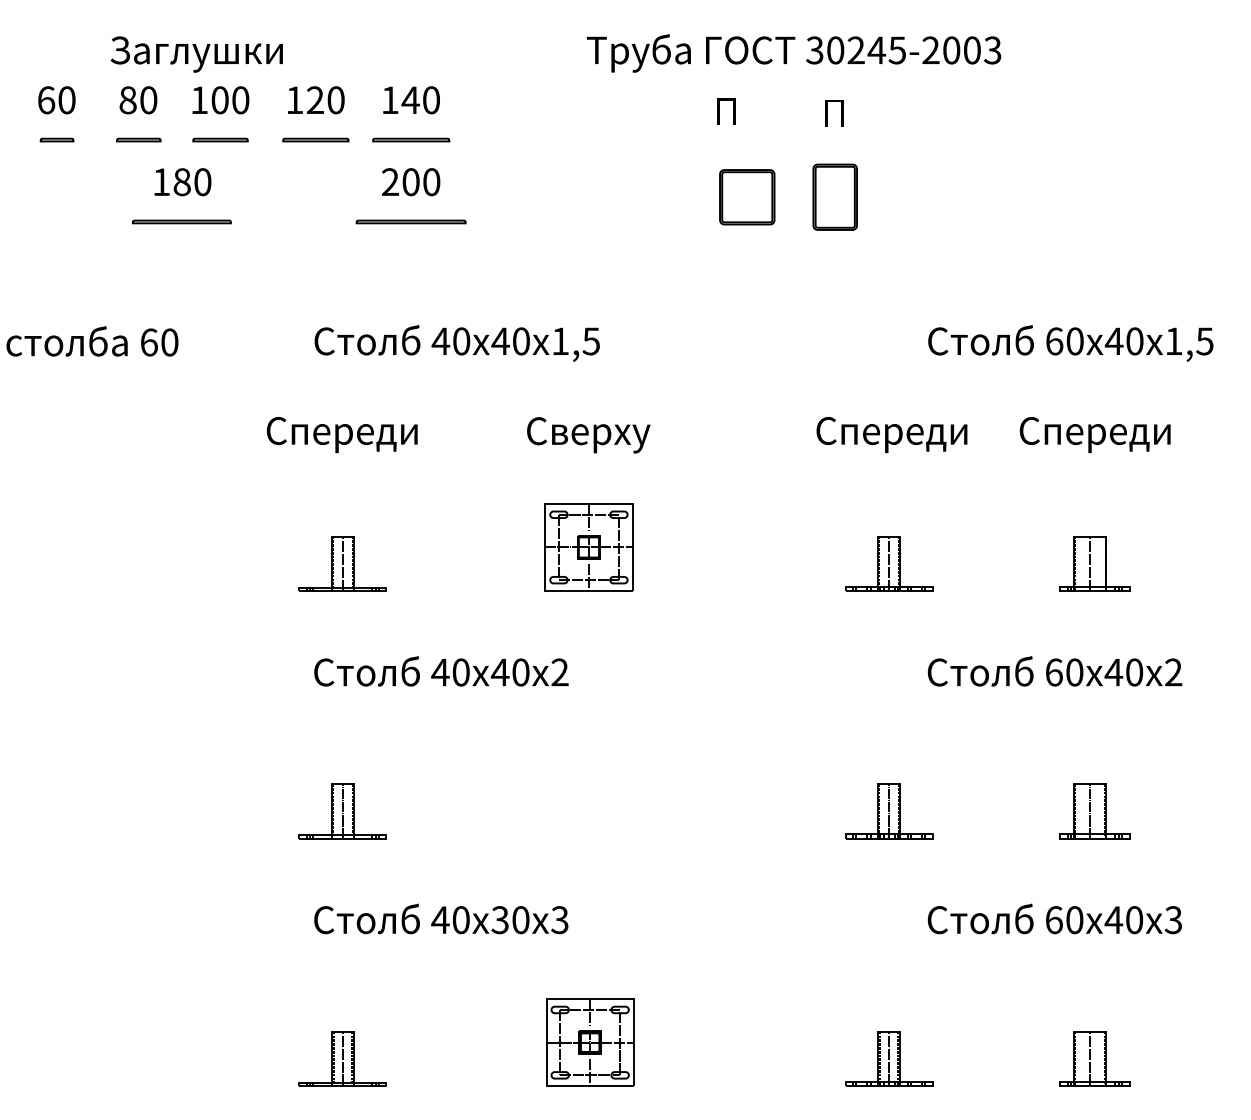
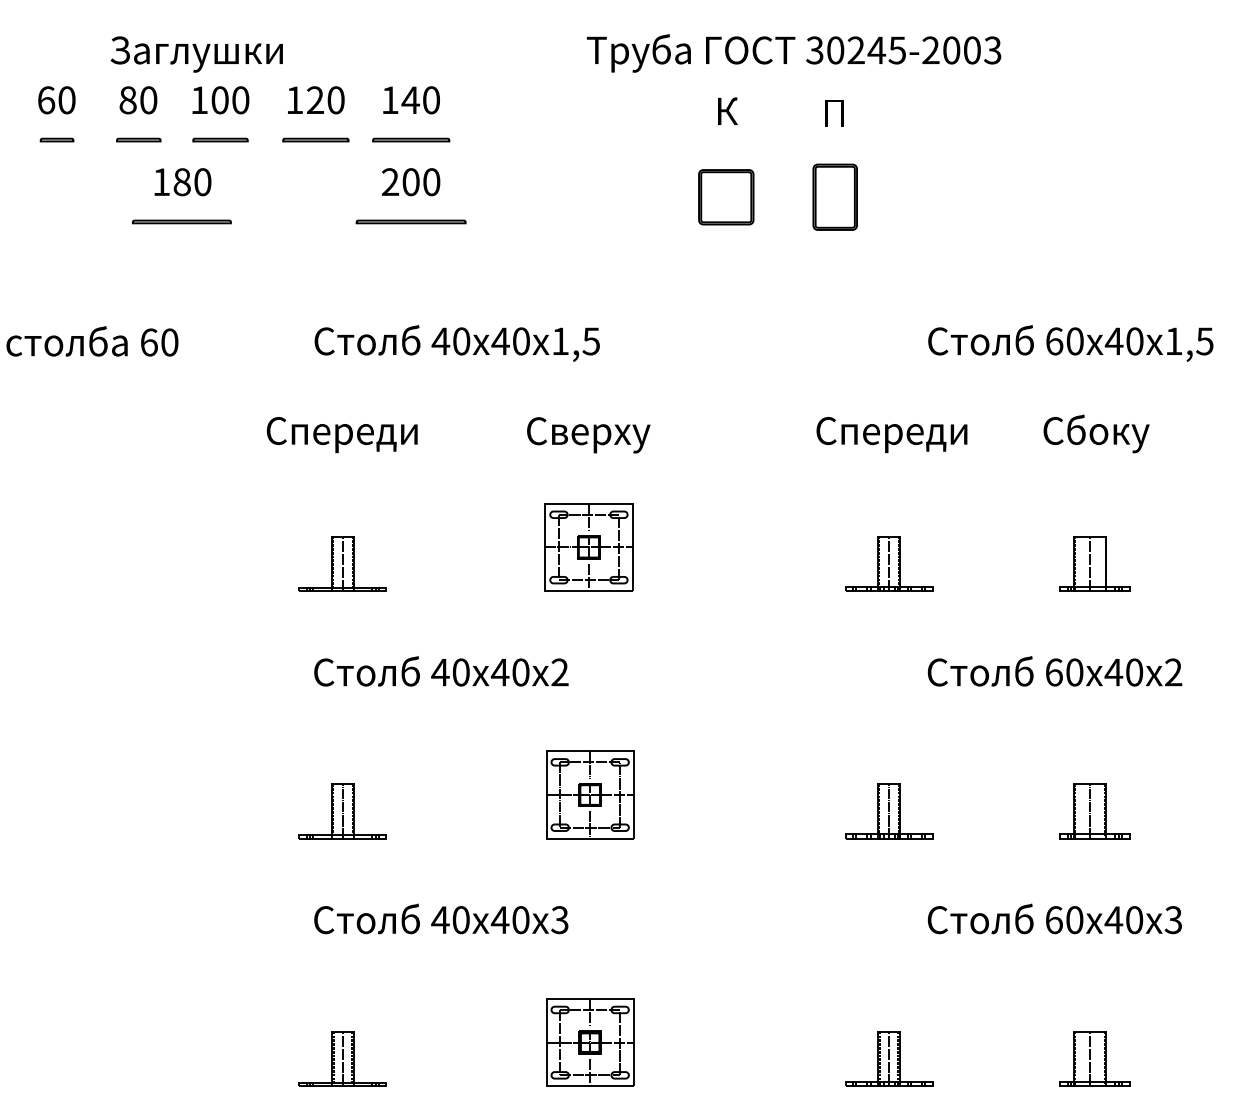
text at (727, 111): П -> К
part at (747, 197) position: (747, 197) -> (726, 197)
text at (1094, 433): Спереди -> Сбоку
part at (590, 794): none -> present
text at (499, 920): 30 -> 40
